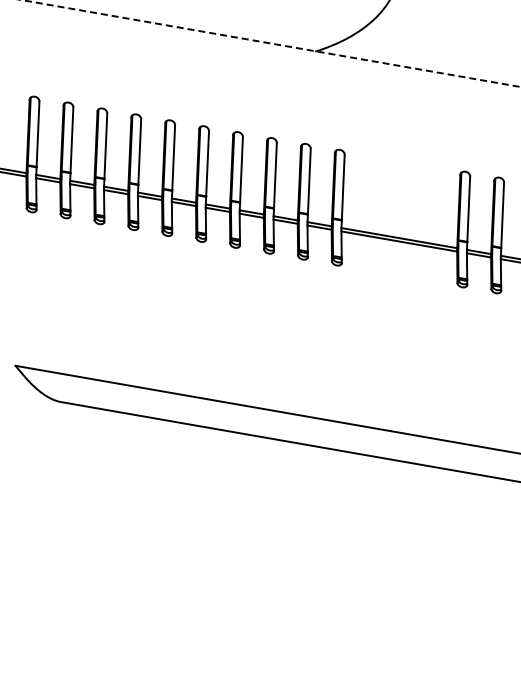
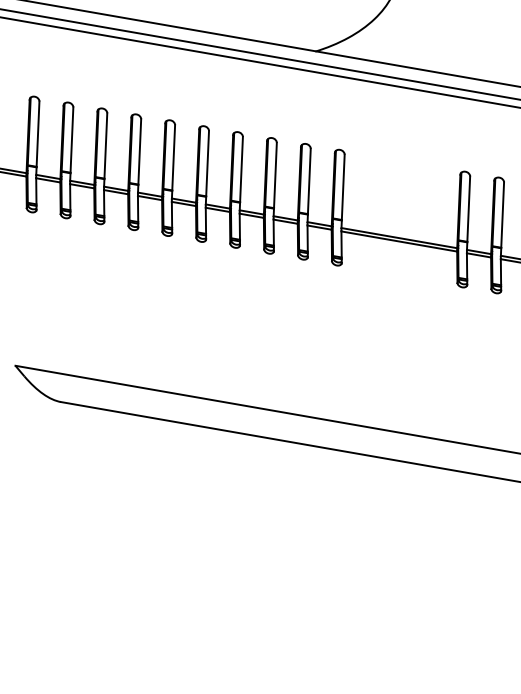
line at (270, 43): dashed -> solid
line at (259, 54): none -> present
line at (259, 62): none -> present
